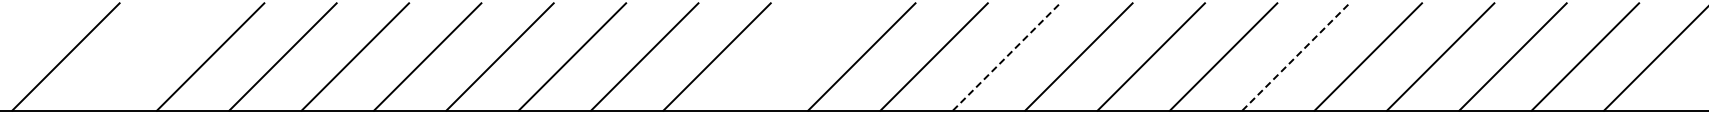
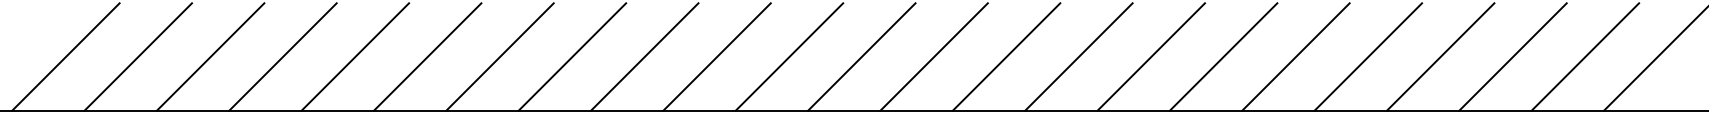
line at (138, 56): none -> present
line at (789, 56): none -> present
line at (1006, 57): dashed -> solid
line at (1295, 57): dashed -> solid
